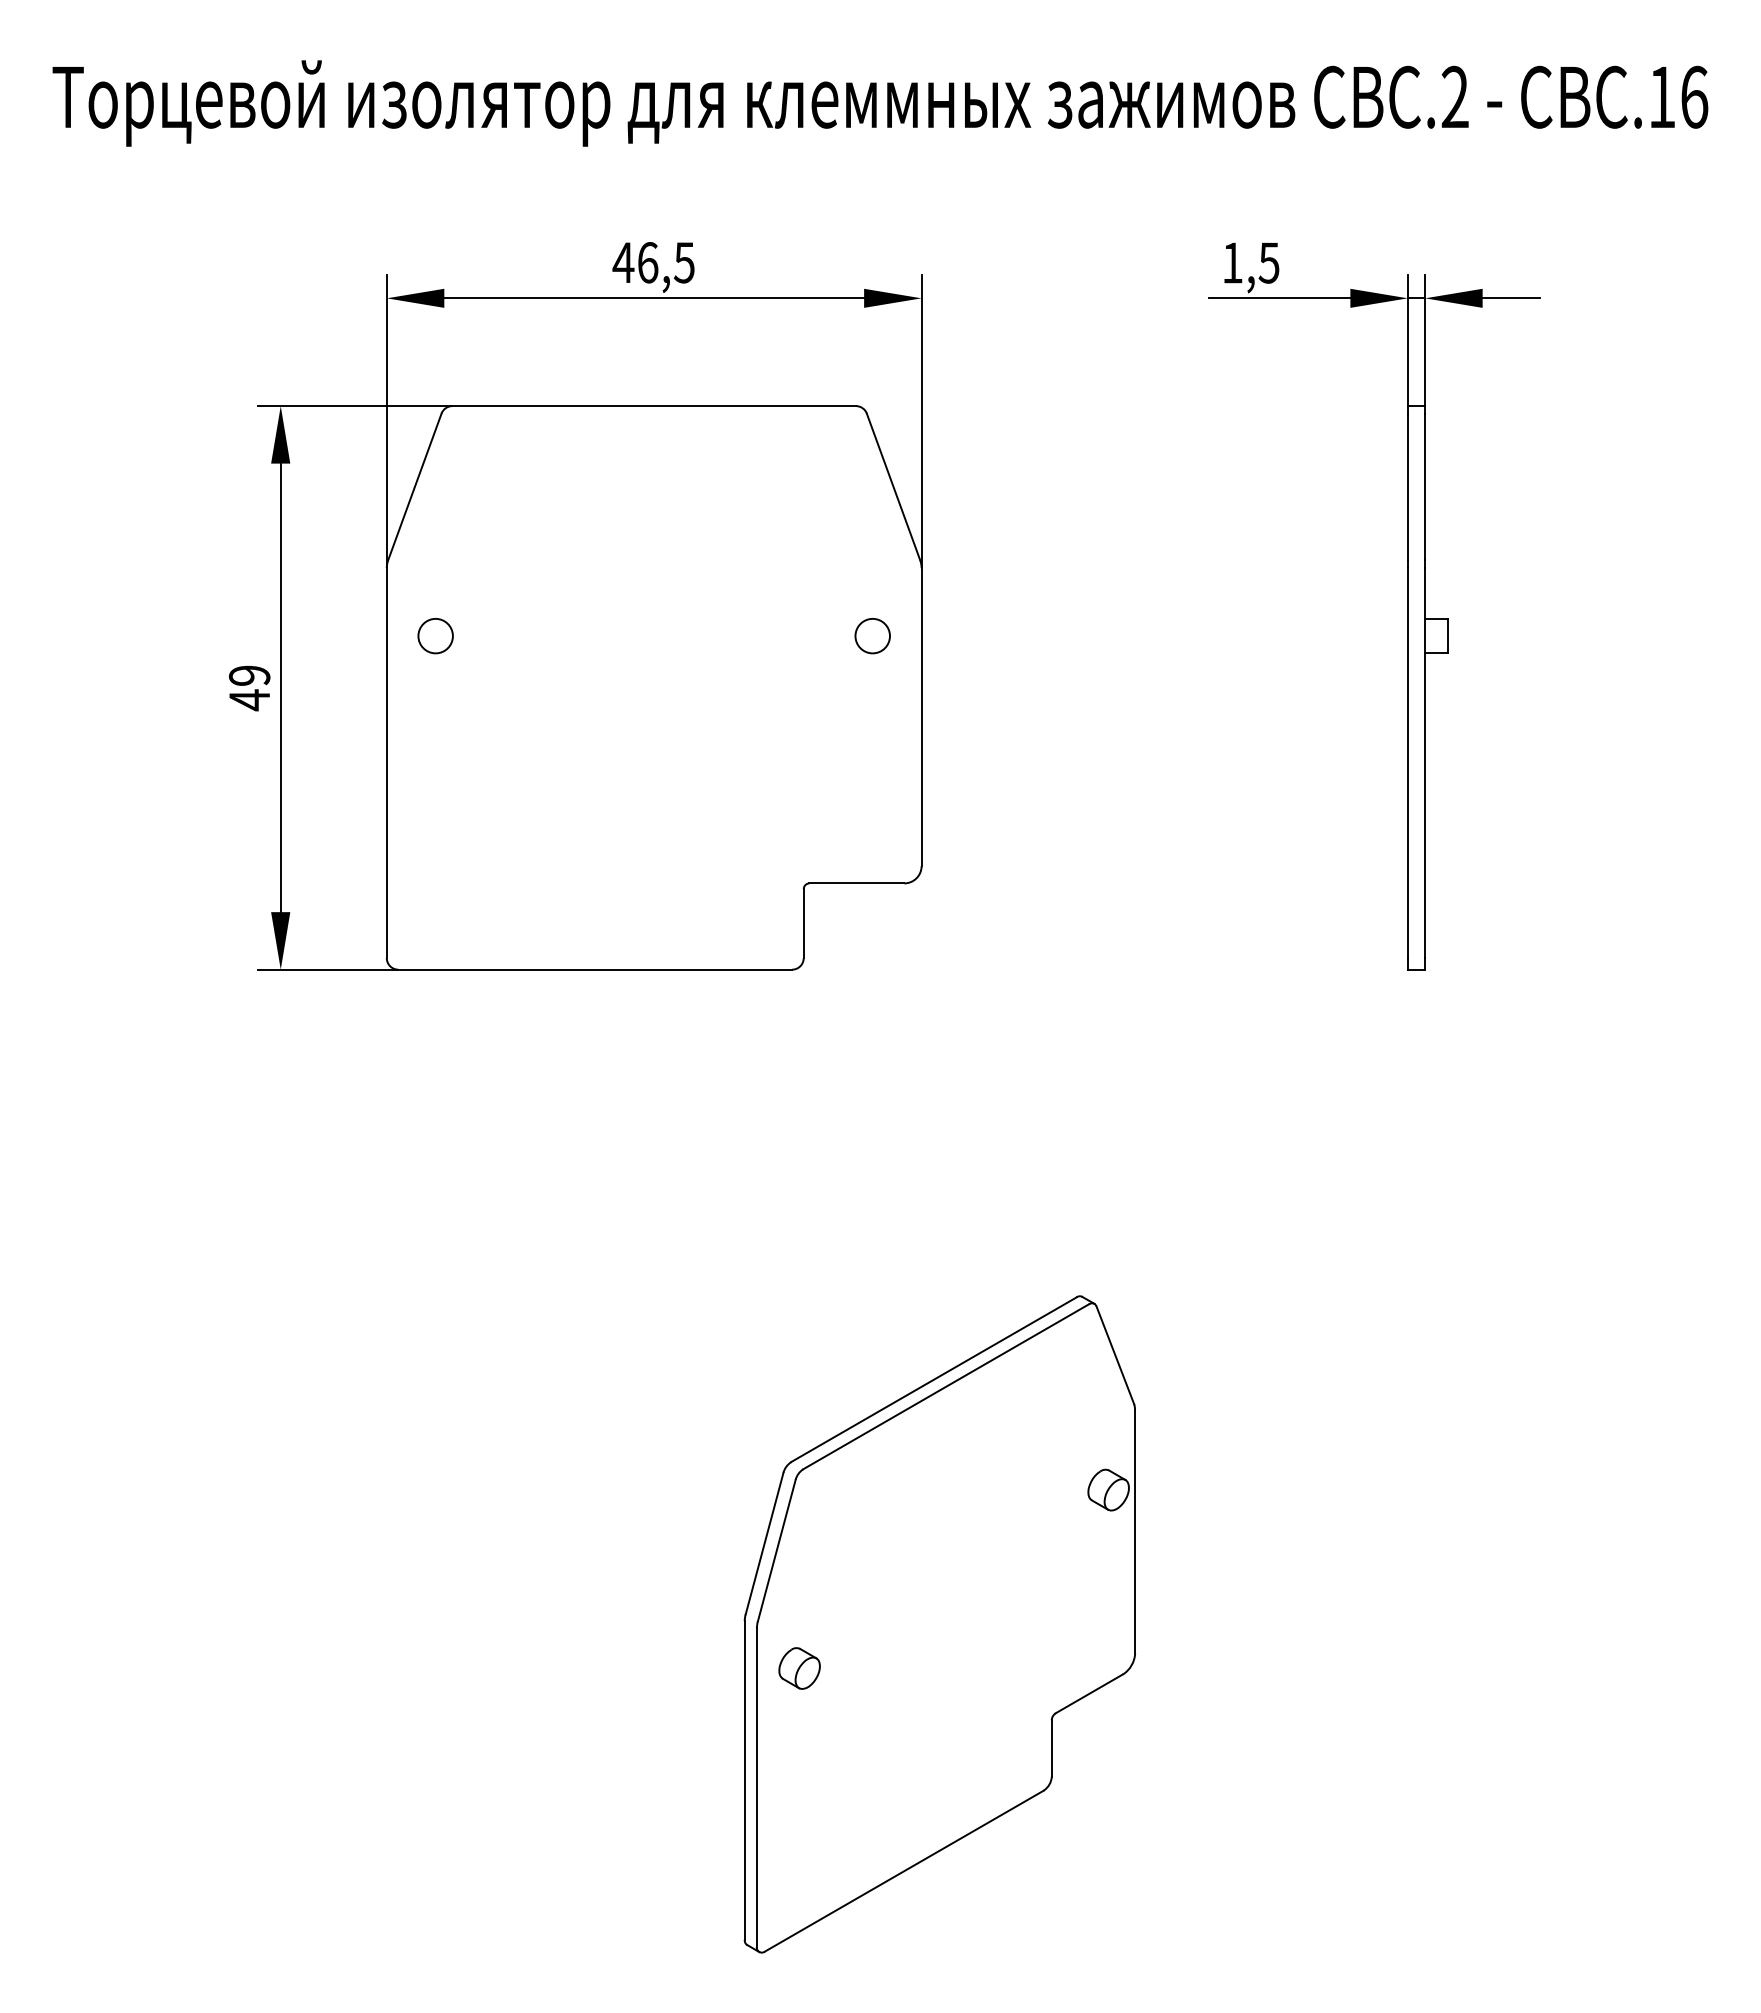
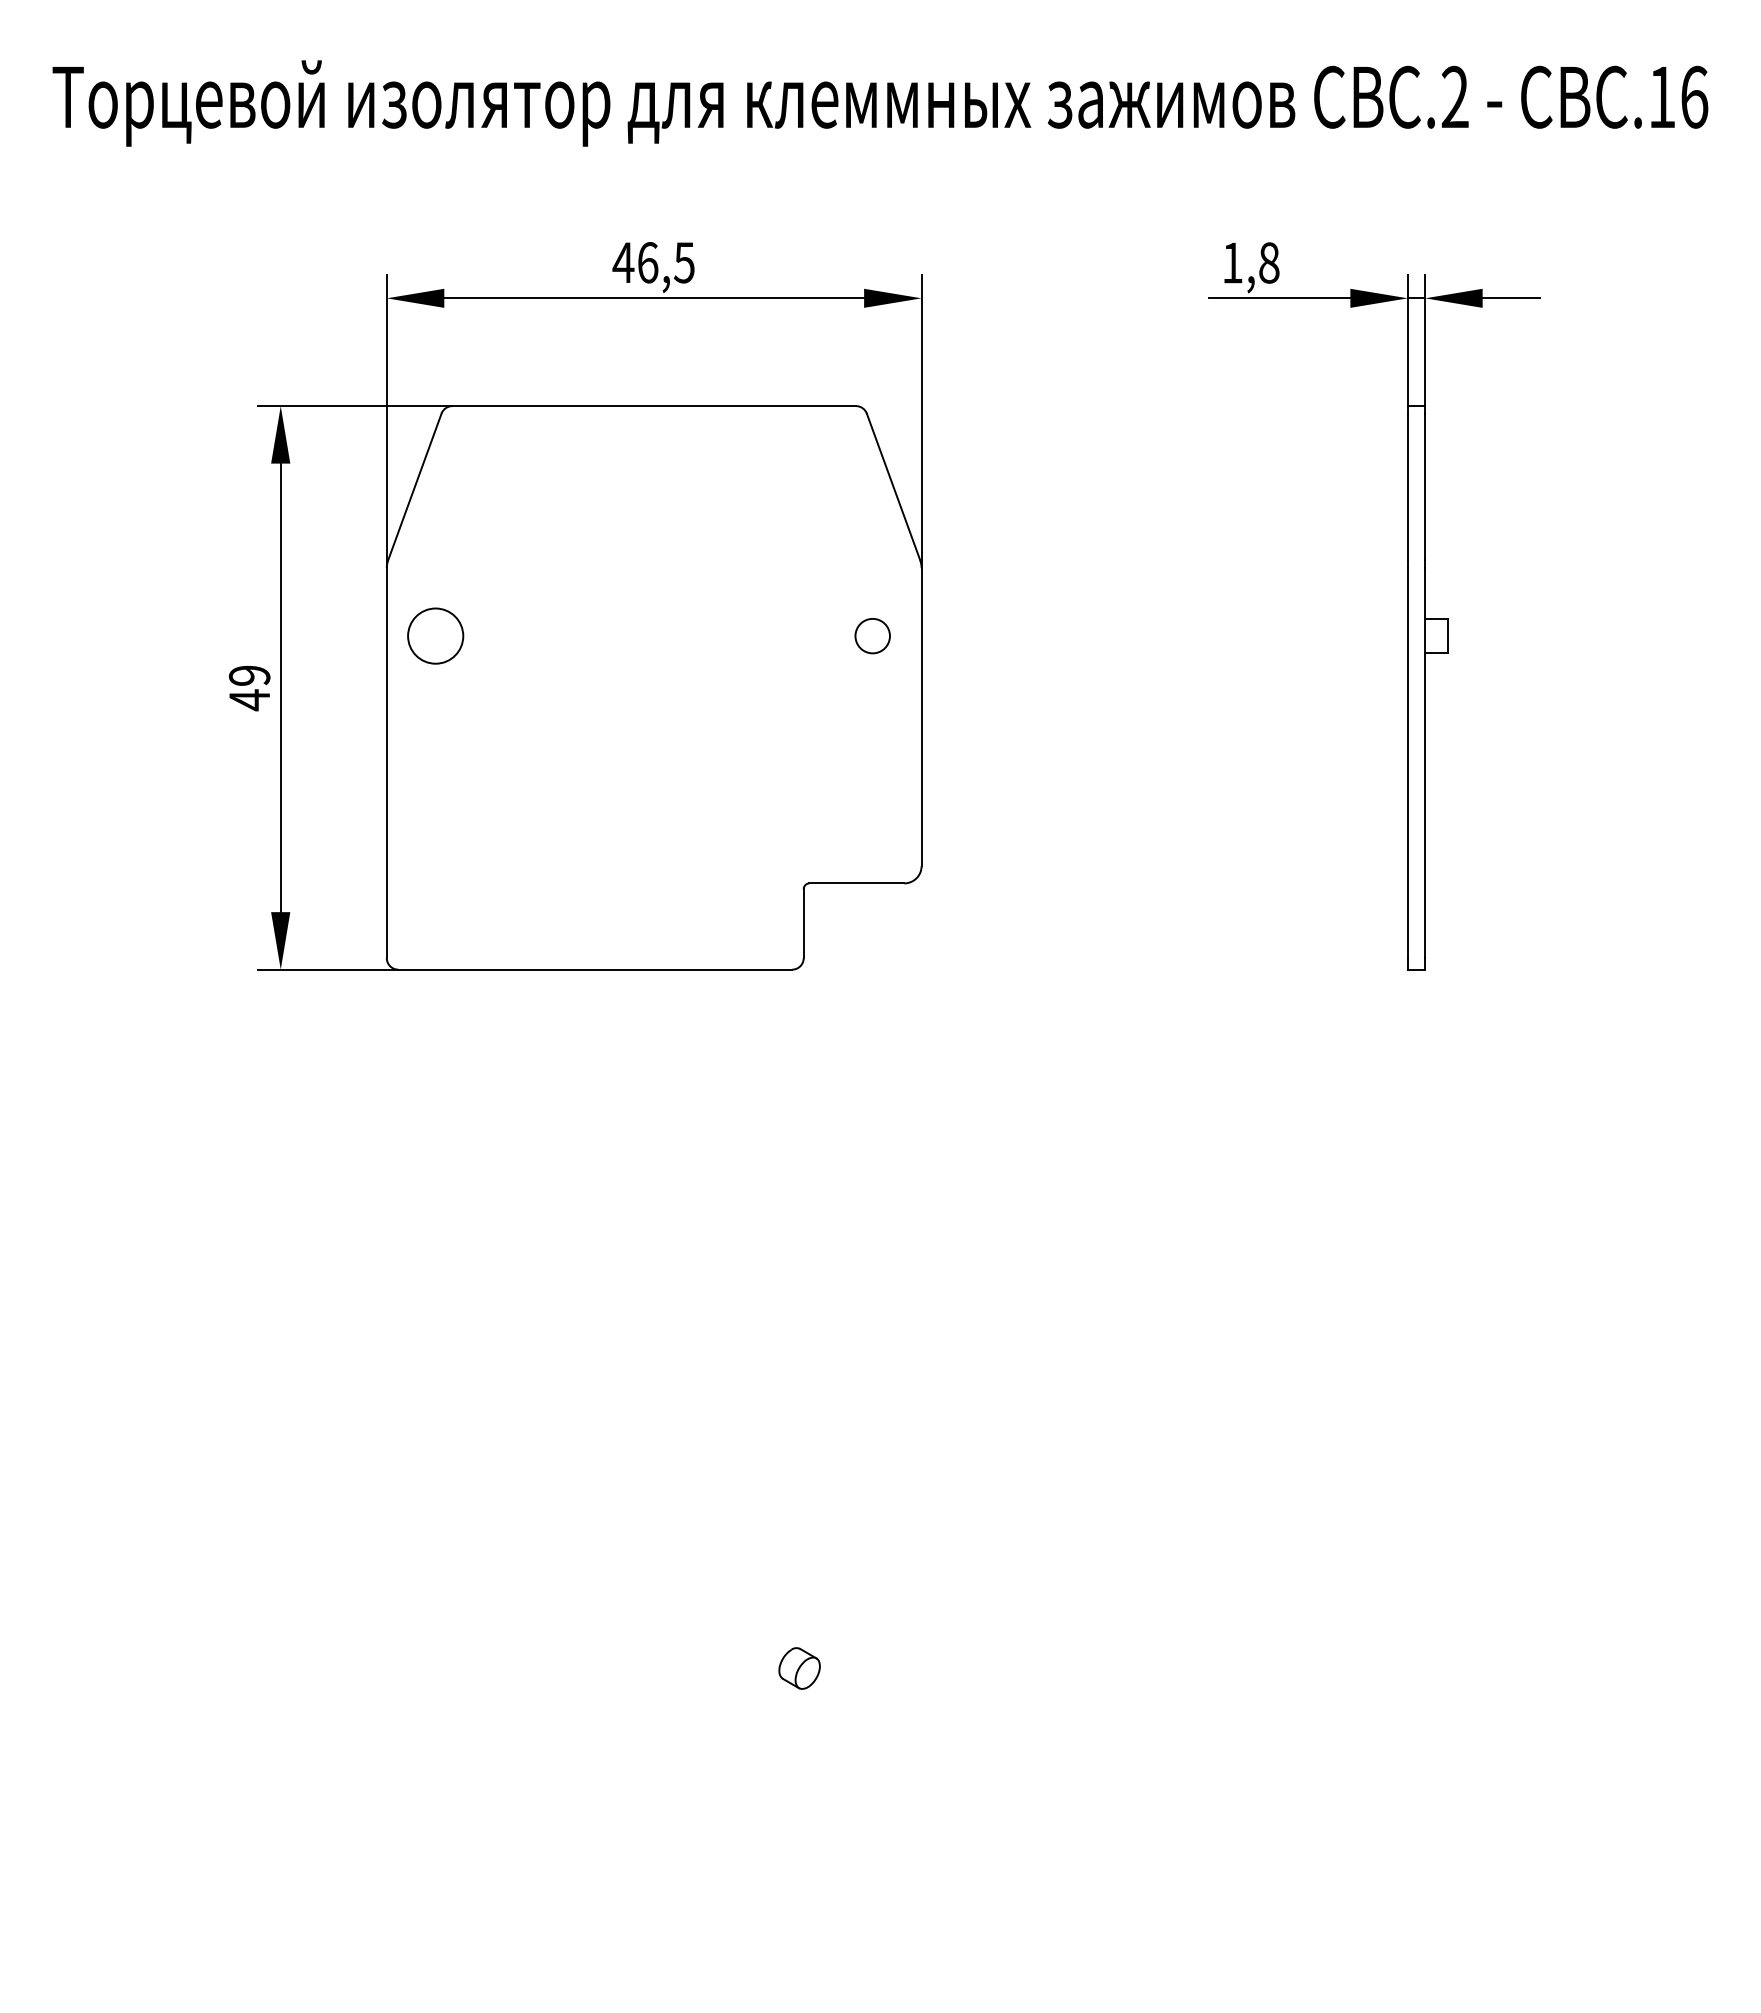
text at (1268, 262): 1,5 -> 1,8
circle at (435, 635) diameter: 35 px -> 55 px
part at (939, 1624): present -> none
